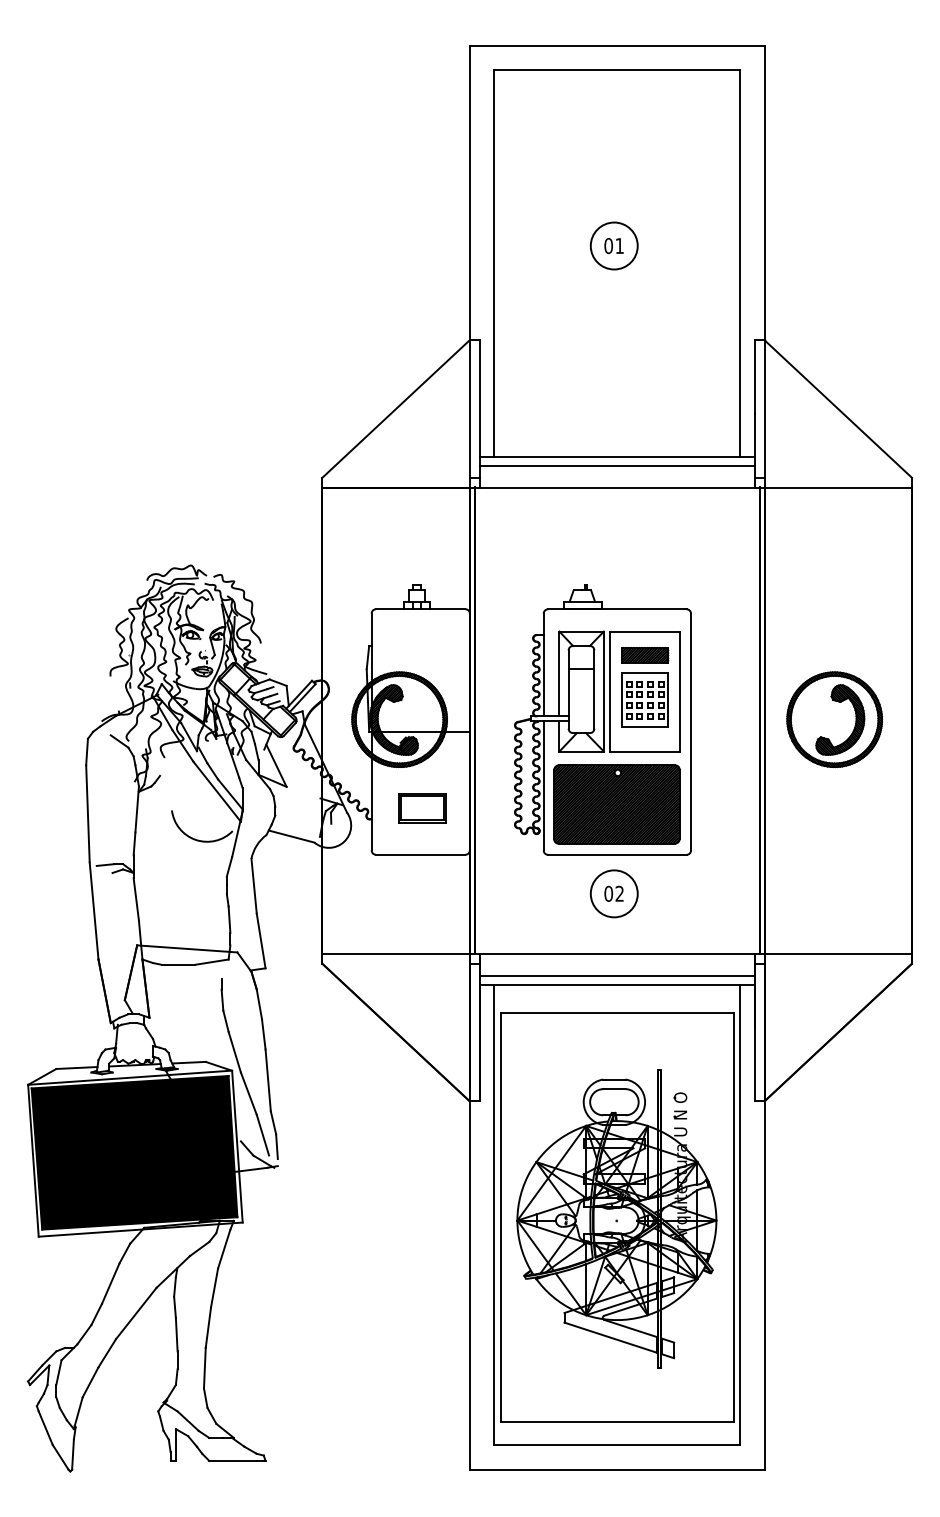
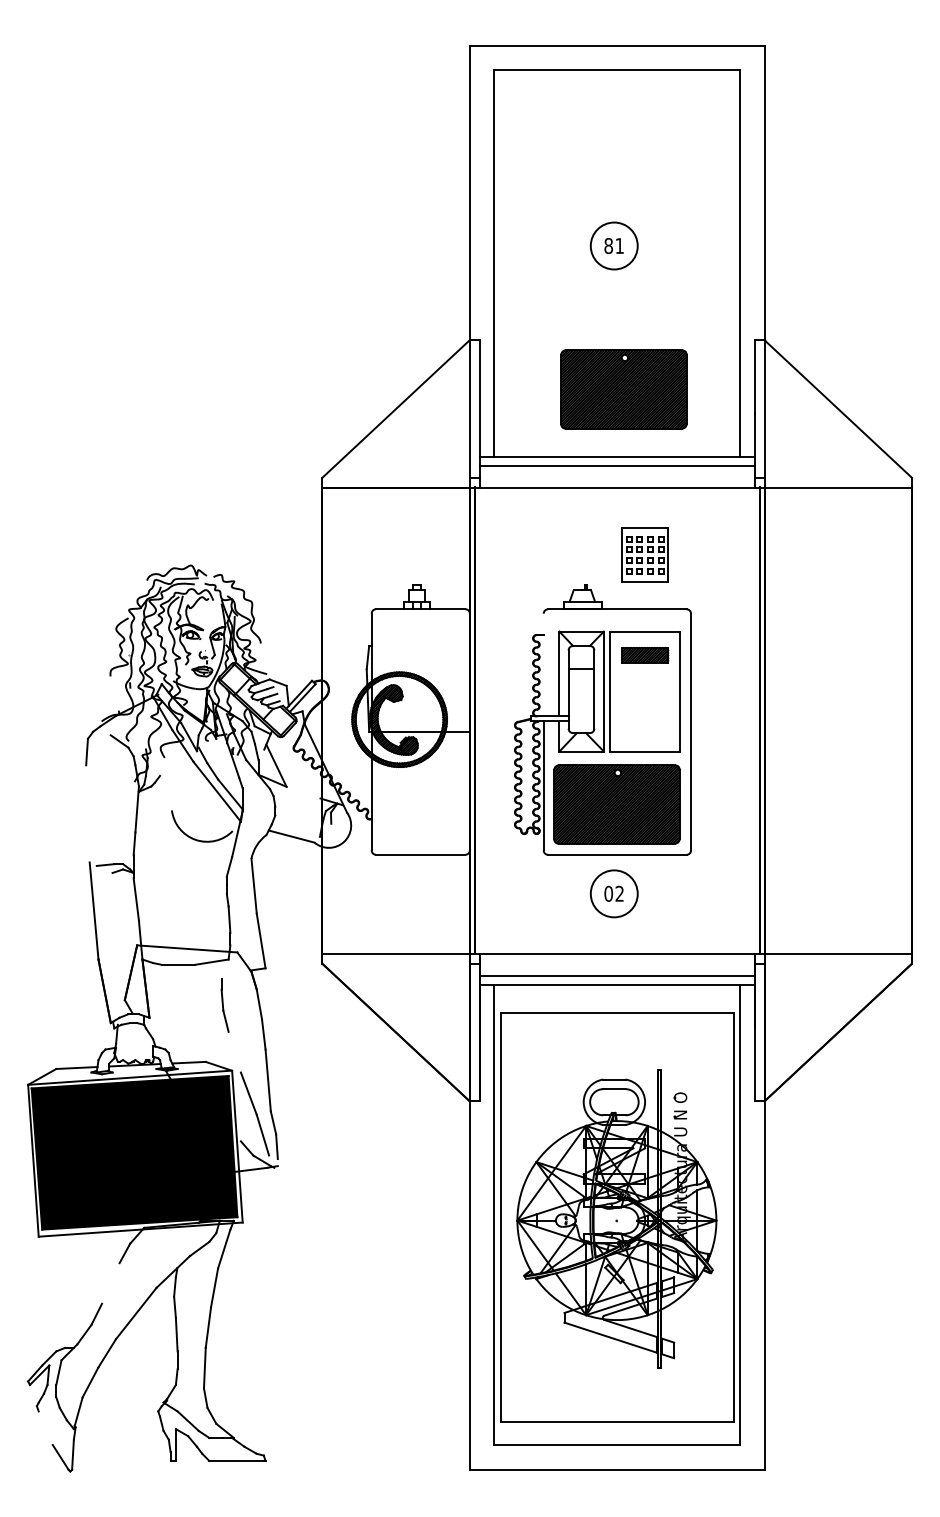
text at (608, 245): 01 -> 81
part at (623, 389): none -> present
line at (543, 664): present -> none
part at (644, 699) position: (644, 699) -> (644, 554)
part at (834, 719): present -> none
part at (422, 808): present -> none
line at (87, 813): present -> none
line at (234, 1051): present -> none
line at (110, 1283): present -> none
line at (45, 1427): present -> none
